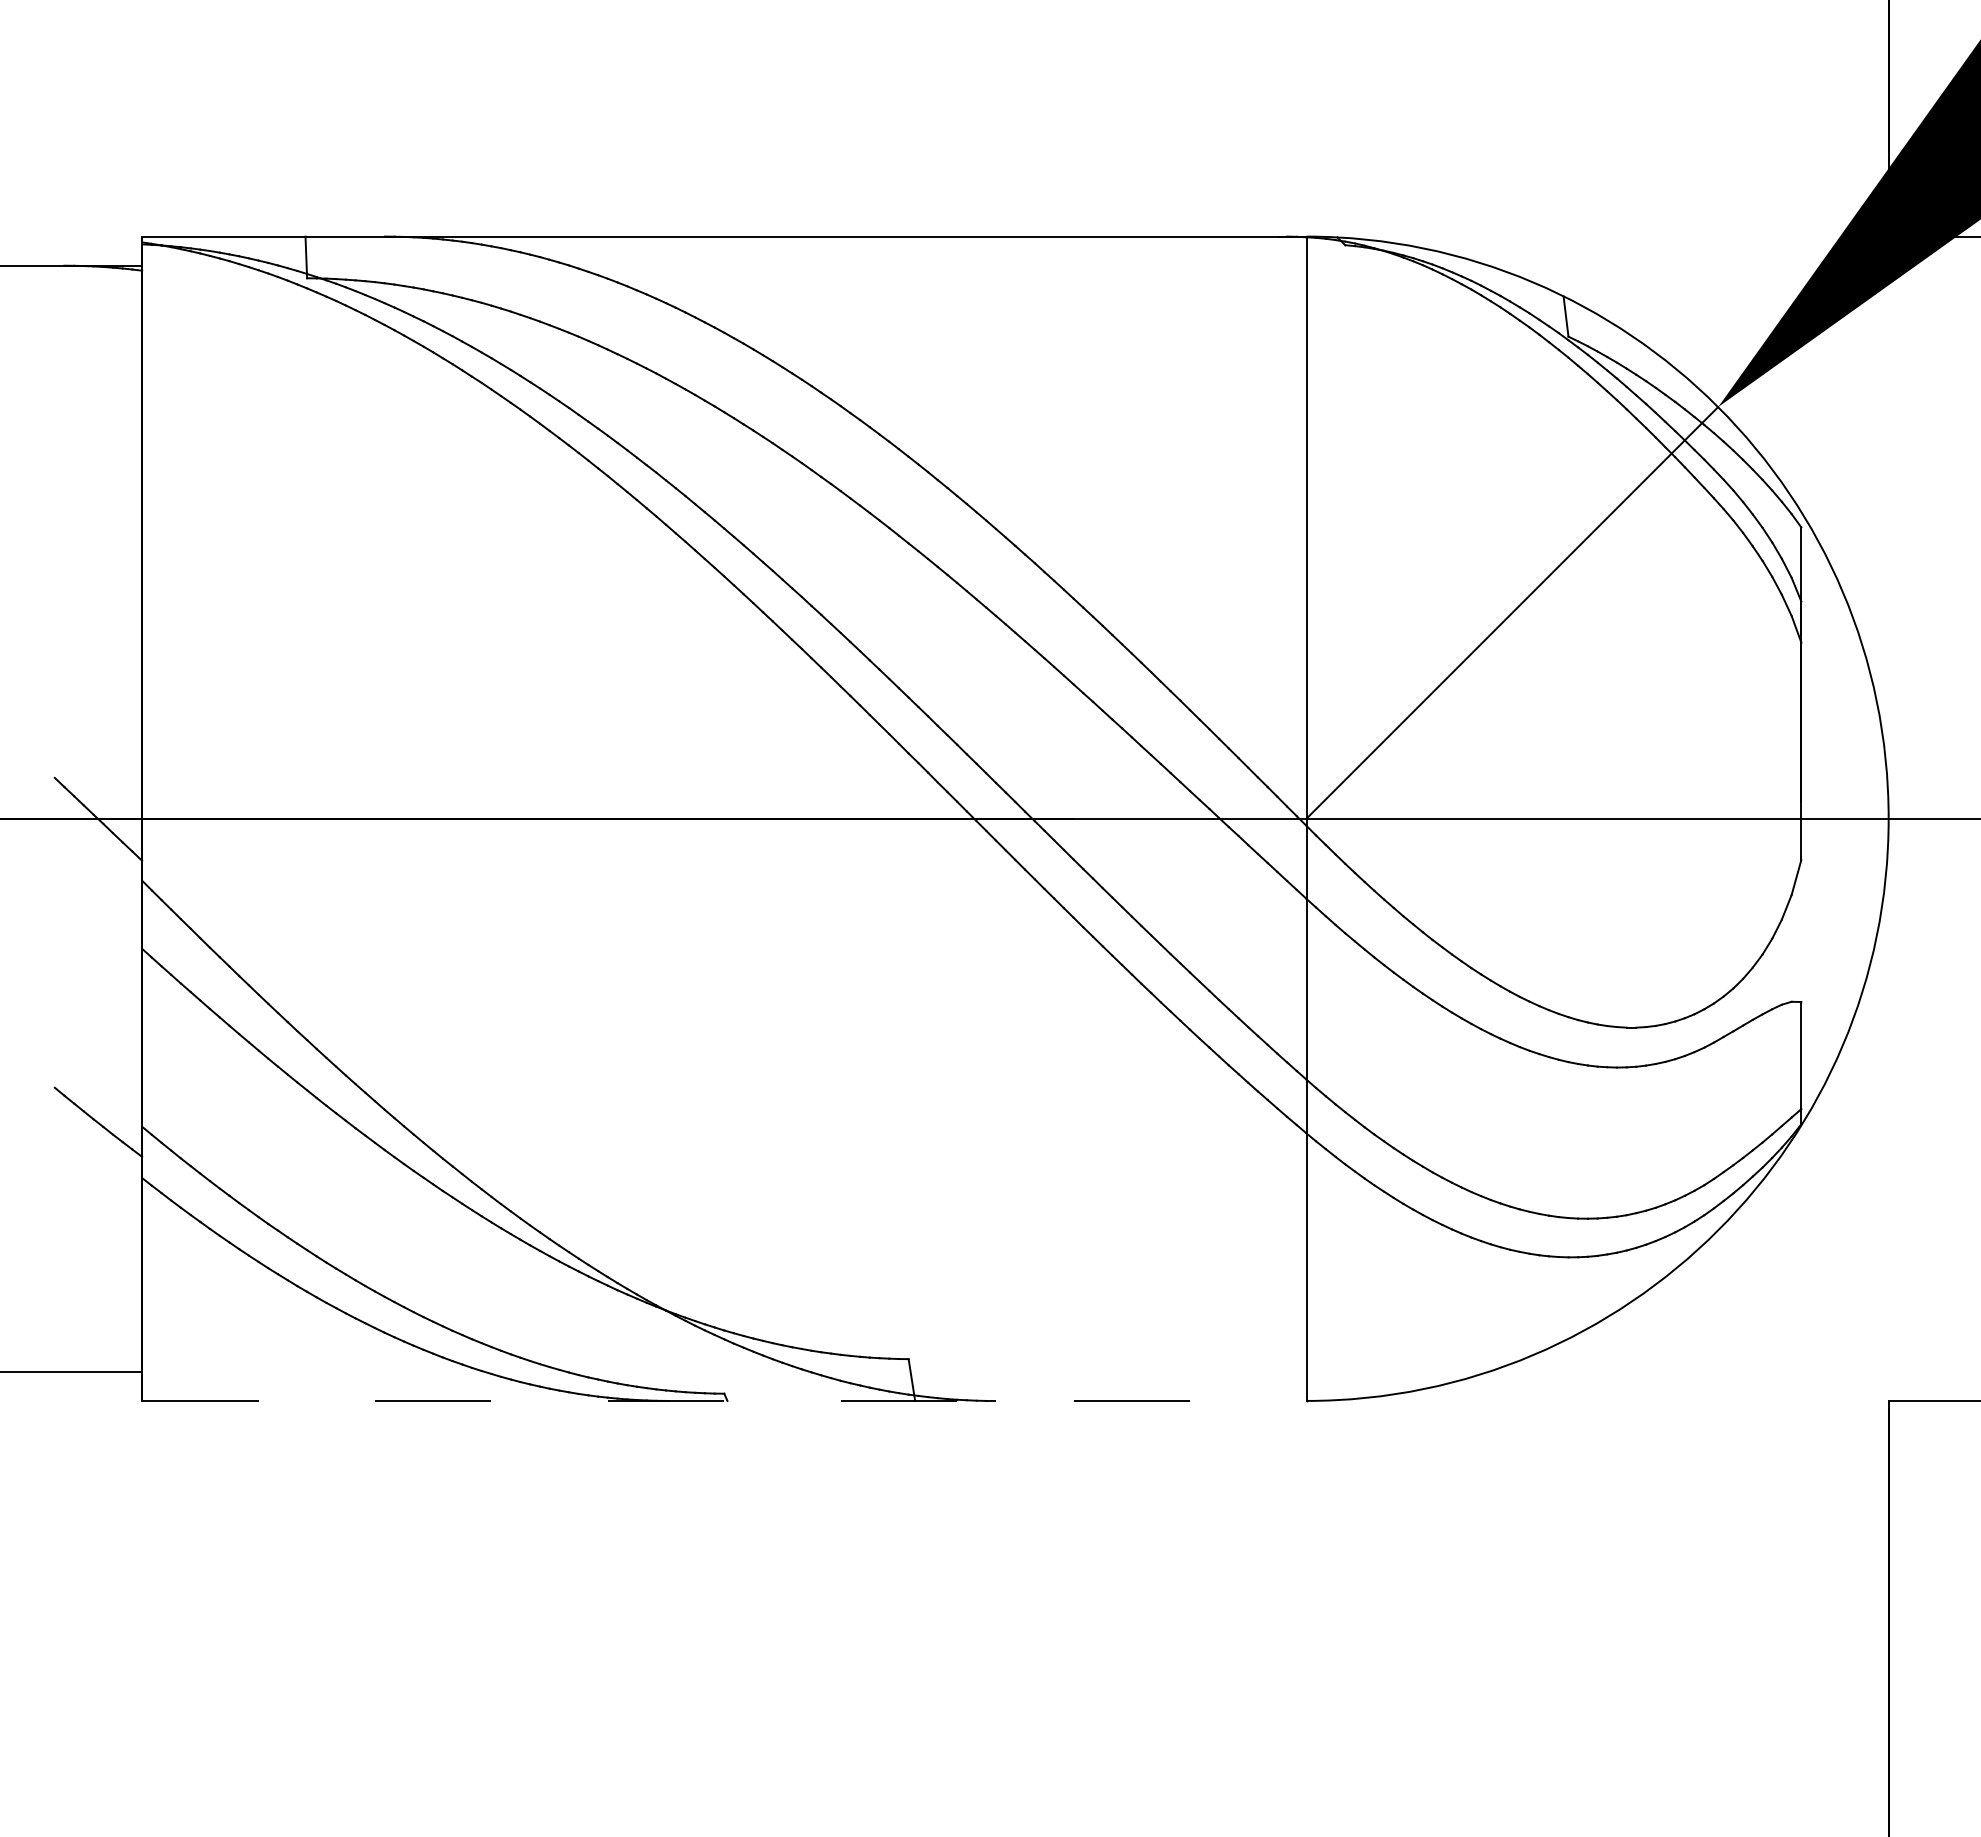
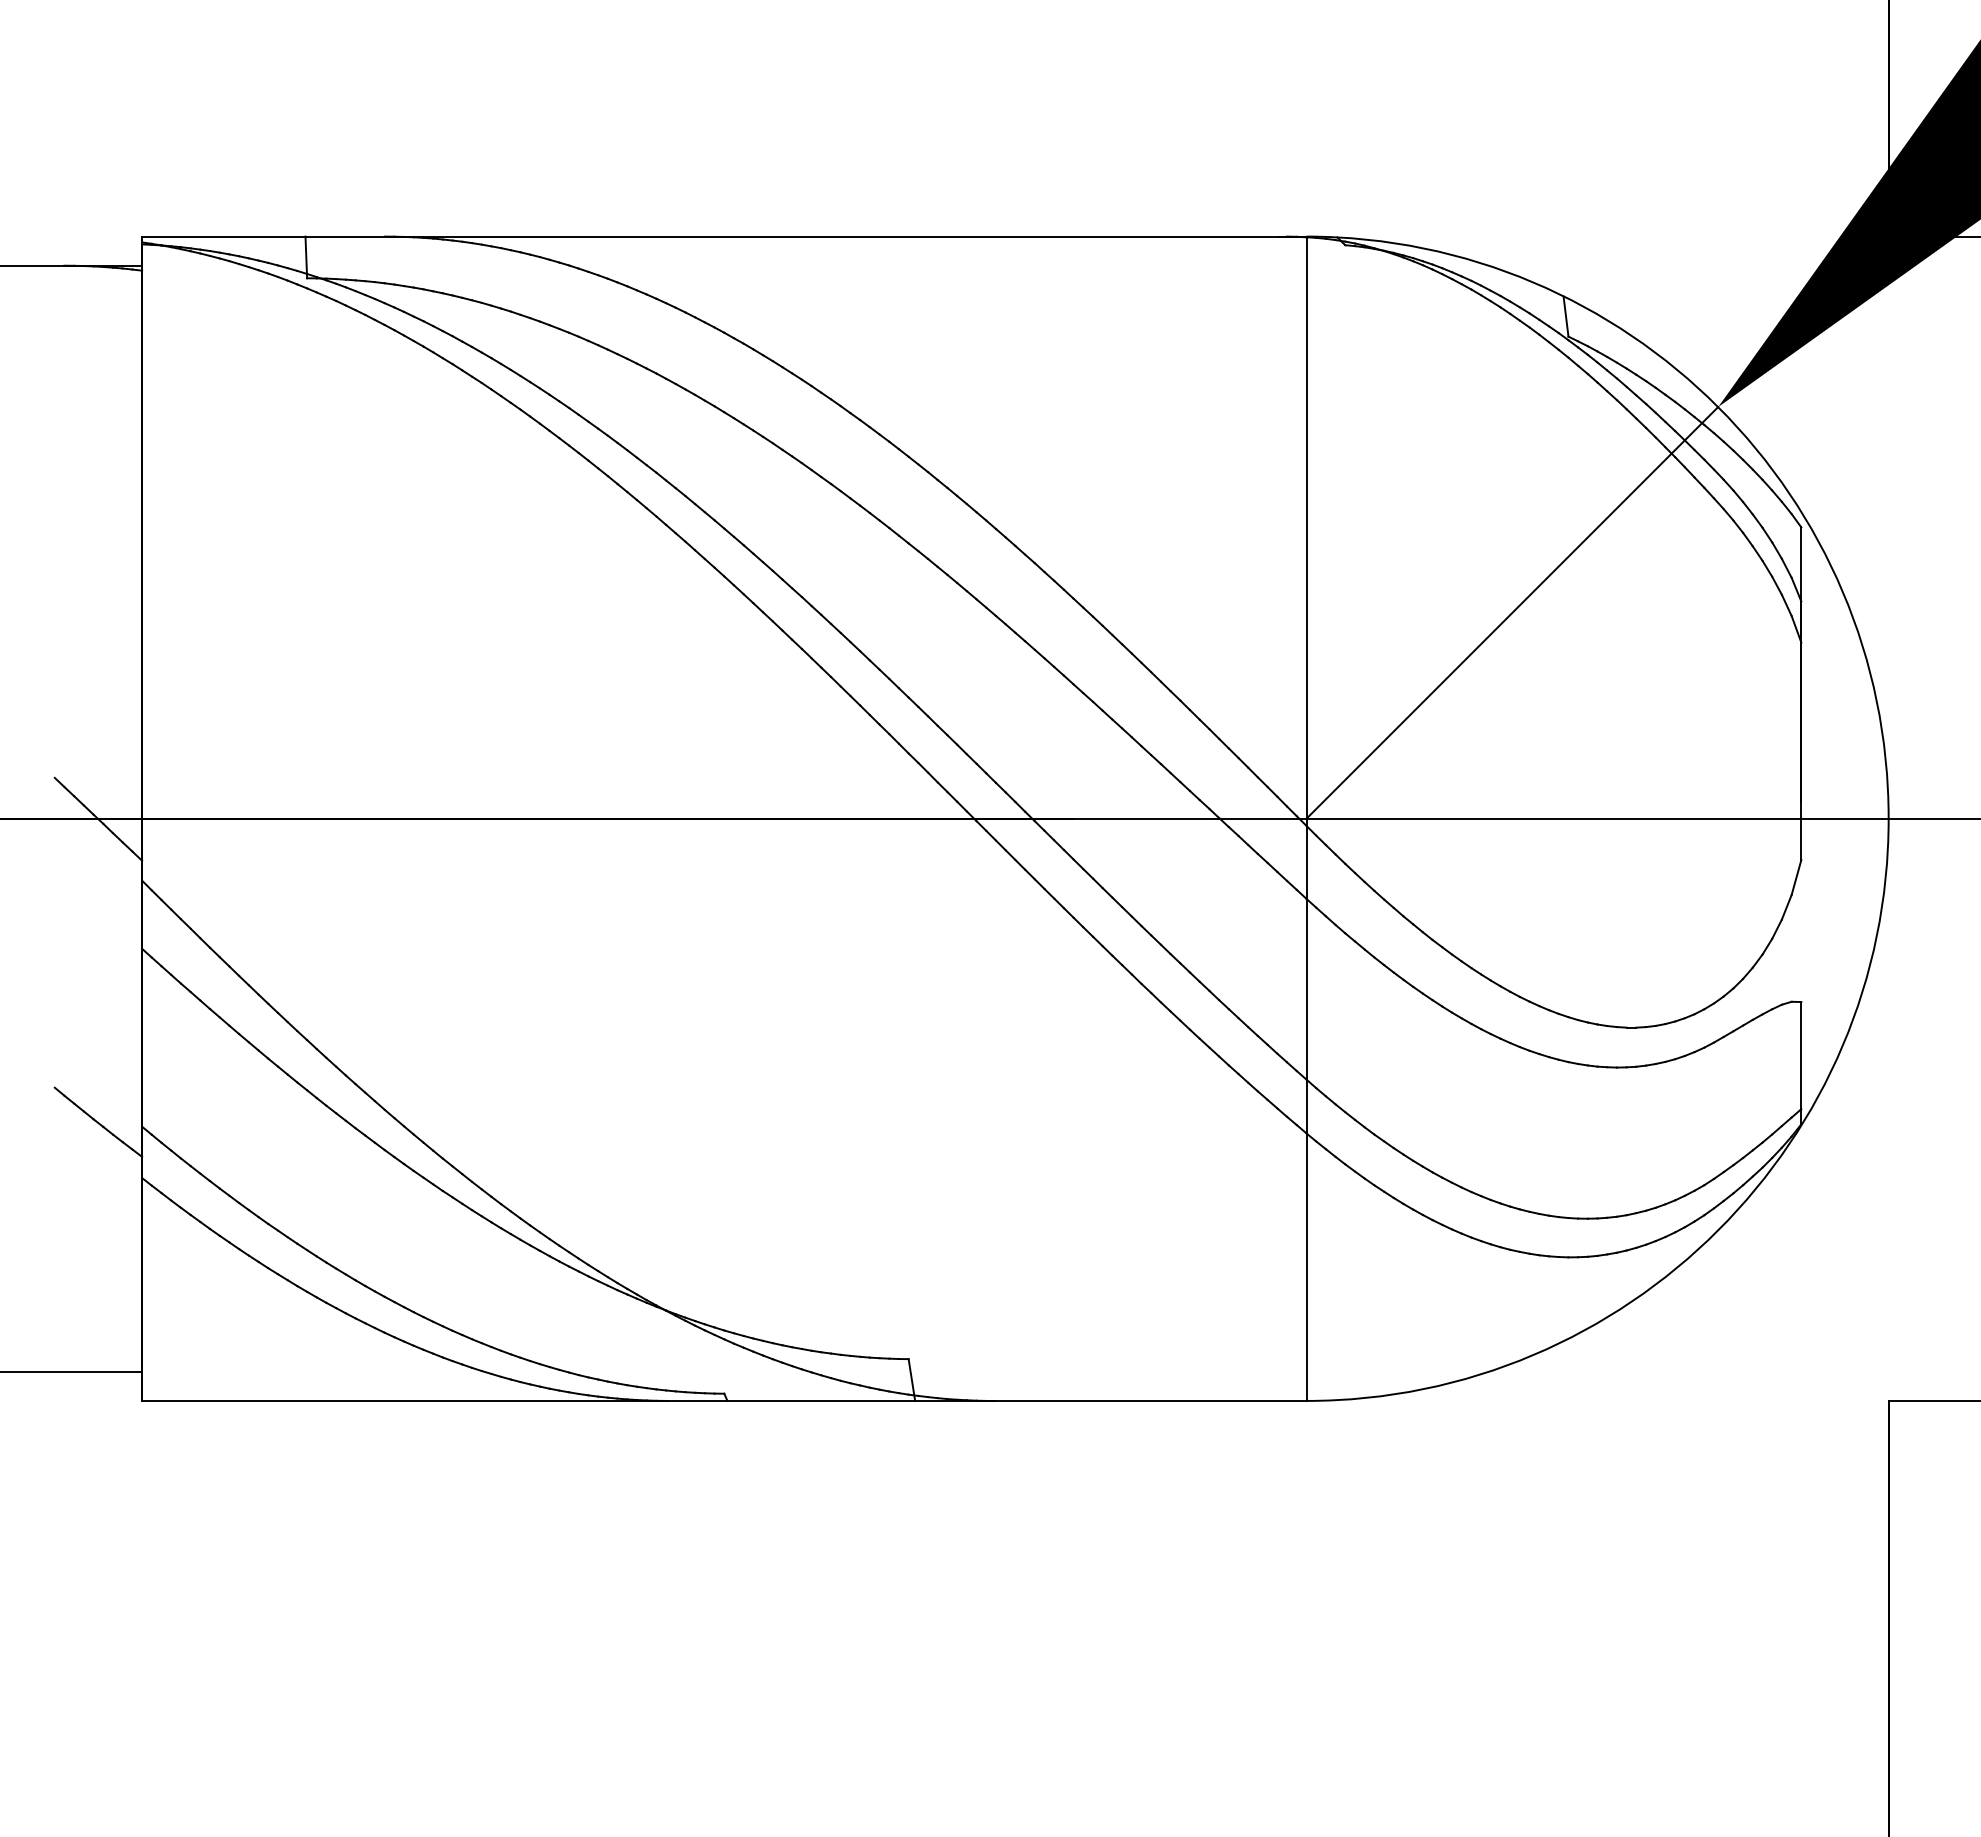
line at (724, 1400): dashed -> solid
